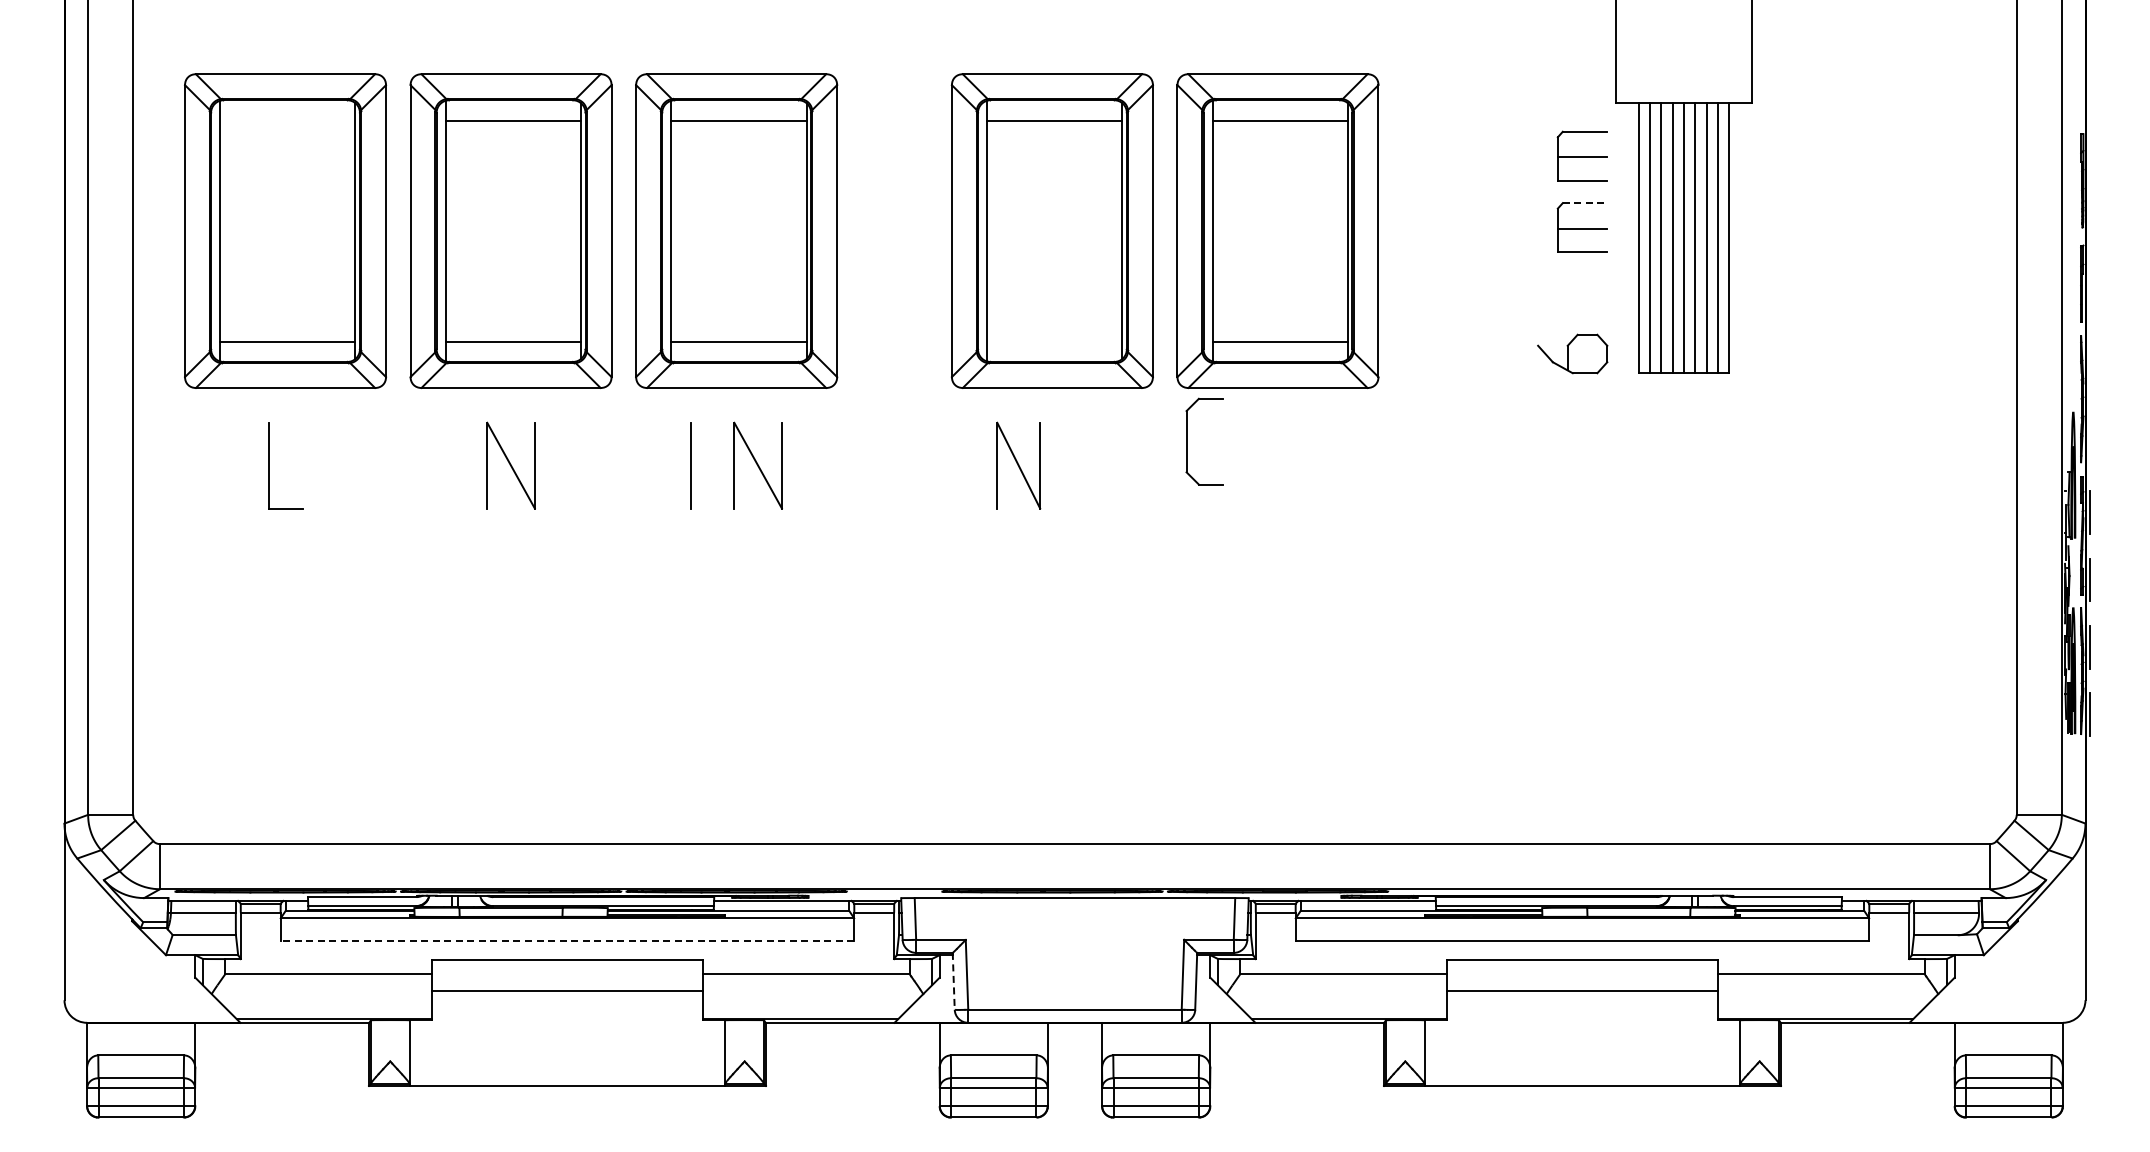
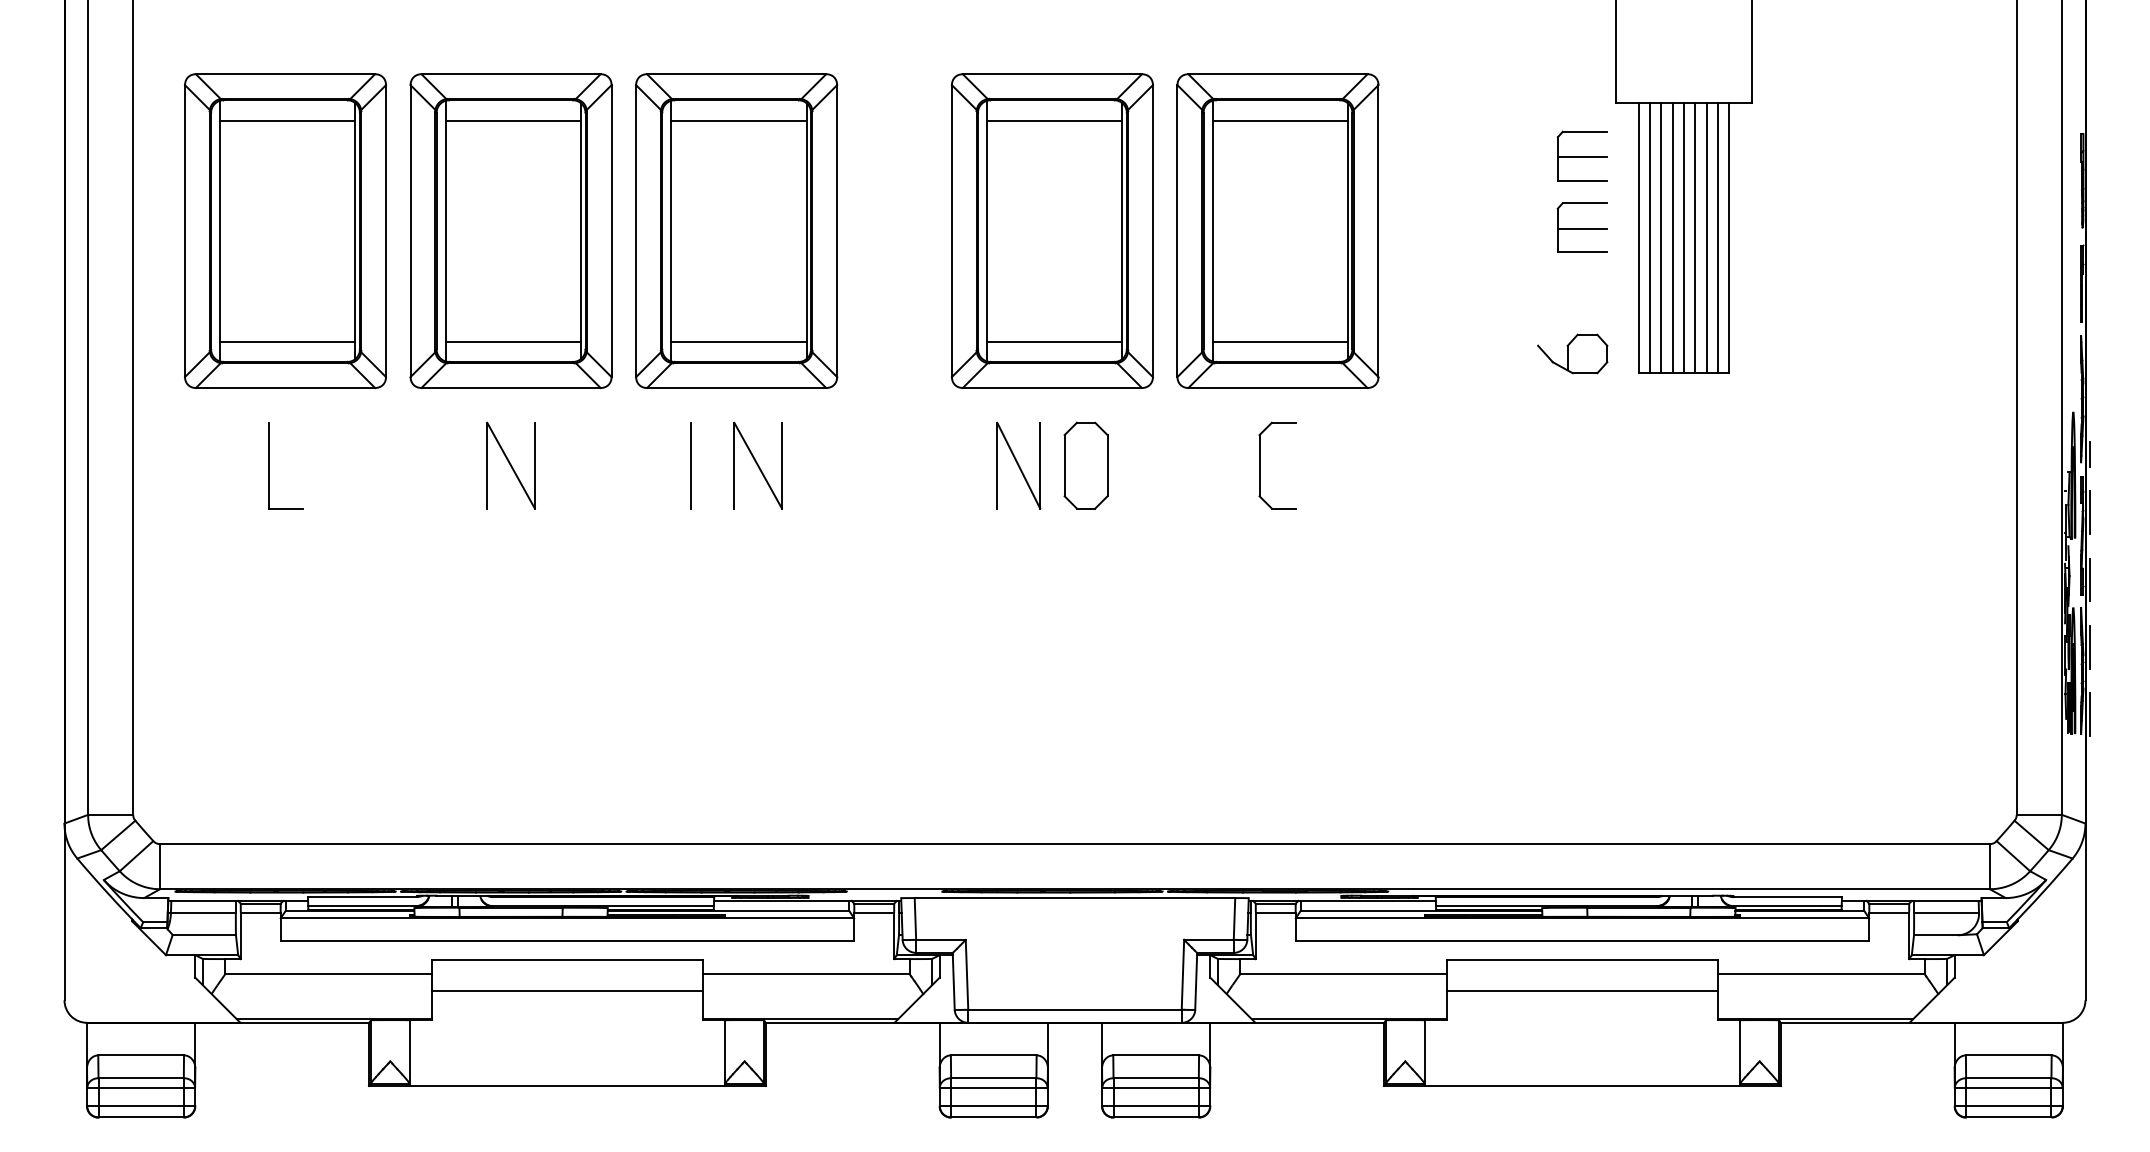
line at (287, 120): none -> present
line at (1585, 203): dashed -> solid
line at (1054, 341): none -> present
part at (1187, 441) position: (1187, 441) -> (1260, 465)
line at (2090, 454): none -> present
part at (1085, 465): none -> present
line at (567, 940): dashed -> solid
line at (953, 981): dashed -> solid
